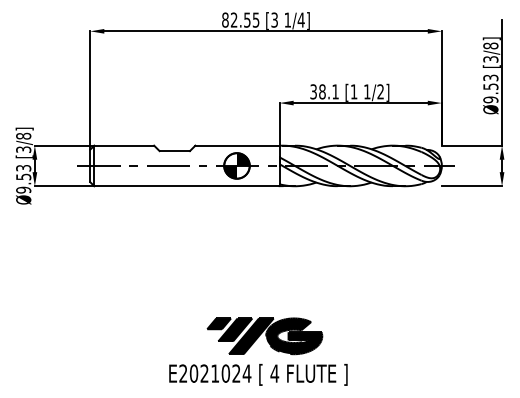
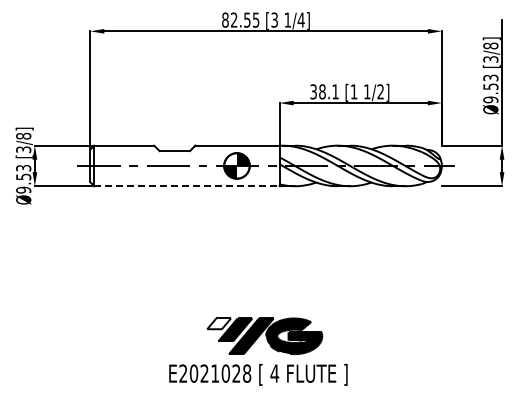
line at (186, 186): solid -> dashed
fill at (219, 323): present -> none
text at (246, 373): E2021024 -> E2021028
